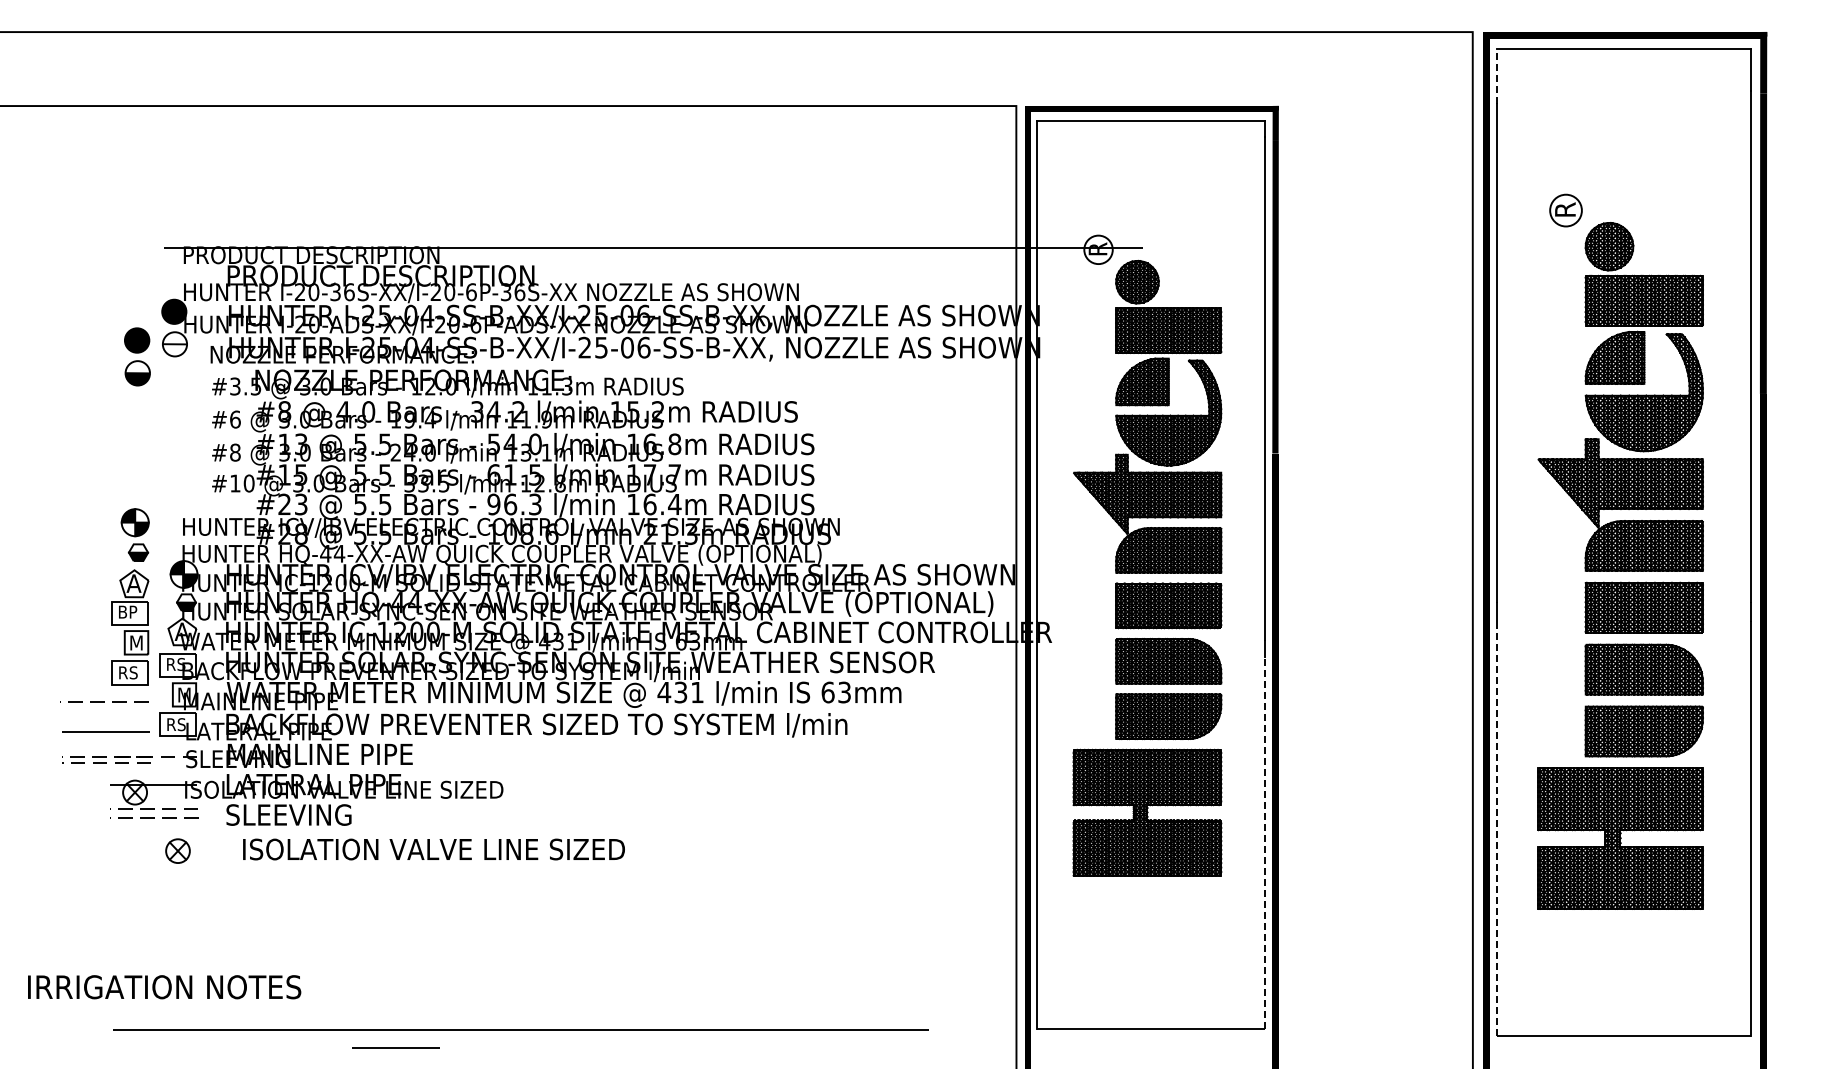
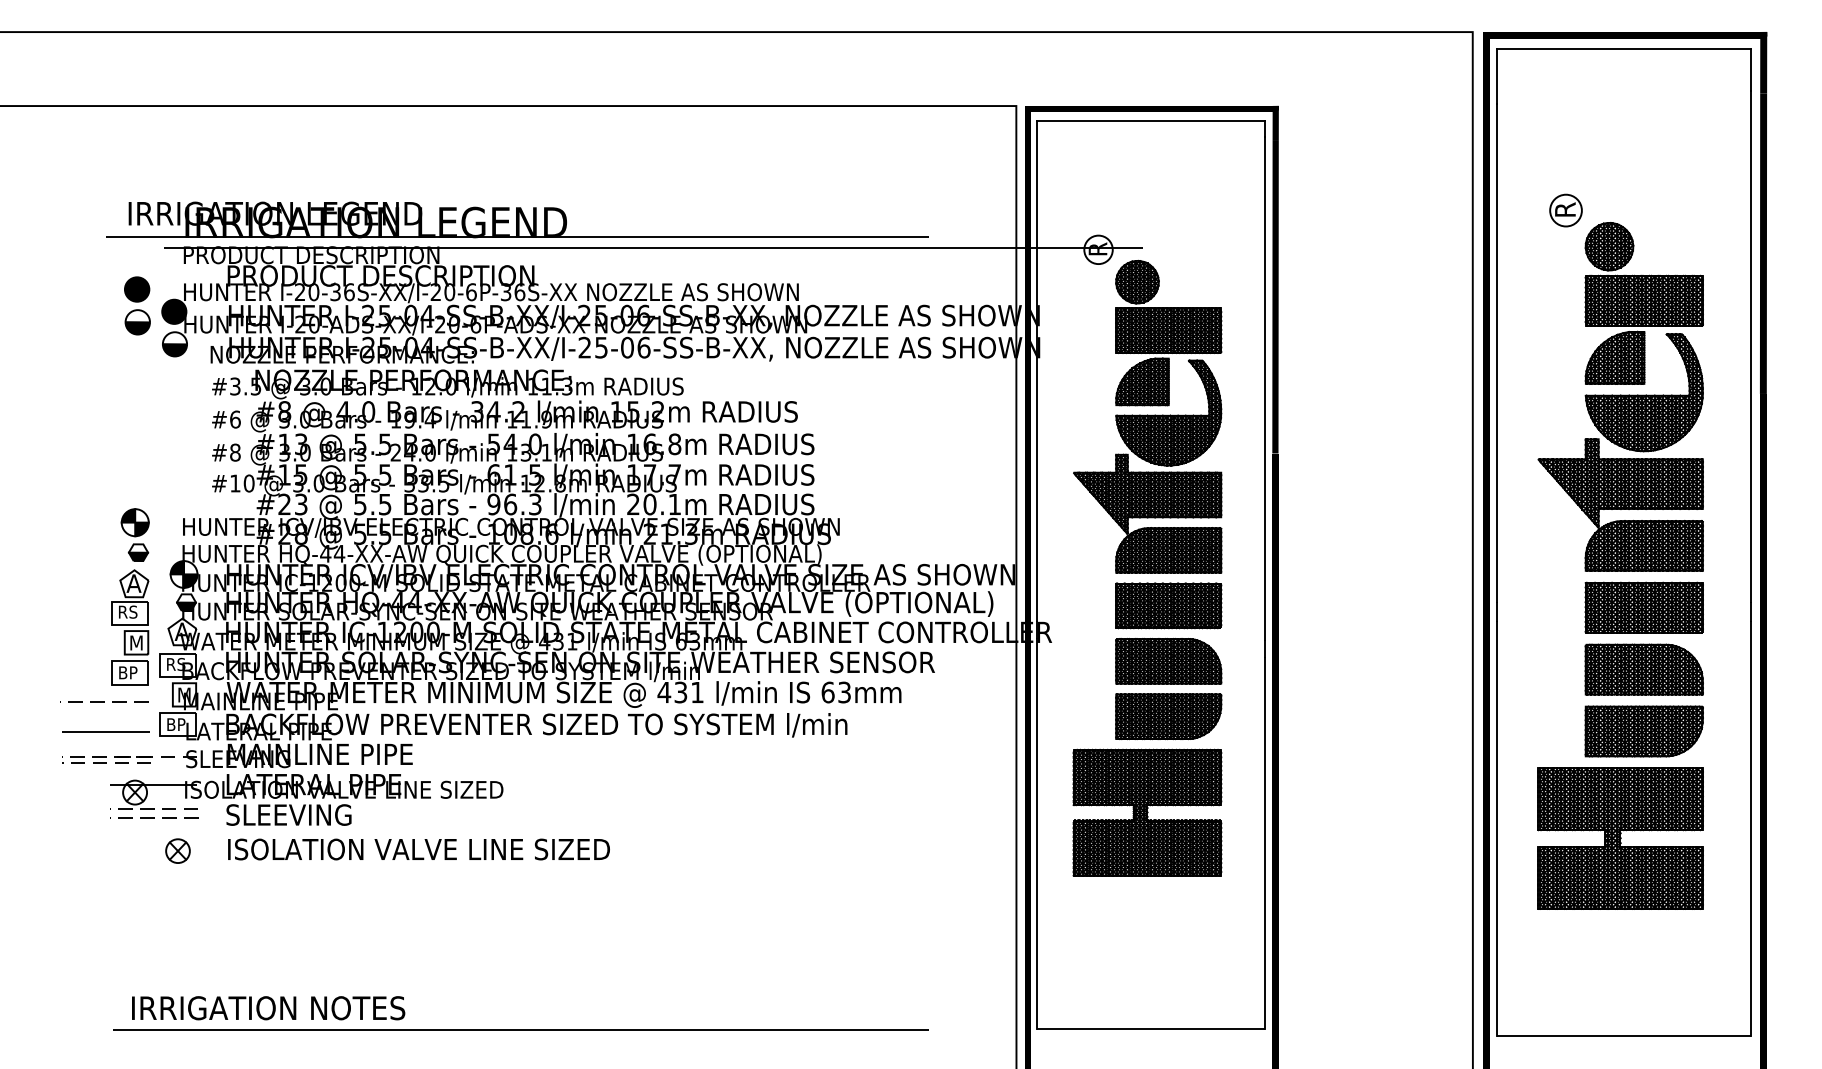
line at (1497, 76): dashed -> solid
part at (517, 219): none -> present
fill at (174, 350): none -> present
part at (137, 356) position: (137, 356) -> (137, 305)
text at (654, 503): 16.4m -> 20.1m
text at (128, 611): BP -> RS
text at (128, 672): RS -> BP
text at (176, 724): RS -> BP
line at (1497, 828): dashed -> solid
line at (1264, 842): dashed -> solid
text at (433, 849) position: (433, 849) -> (418, 849)
text at (164, 987) position: (164, 987) -> (268, 1008)
line at (395, 1047): present -> none
